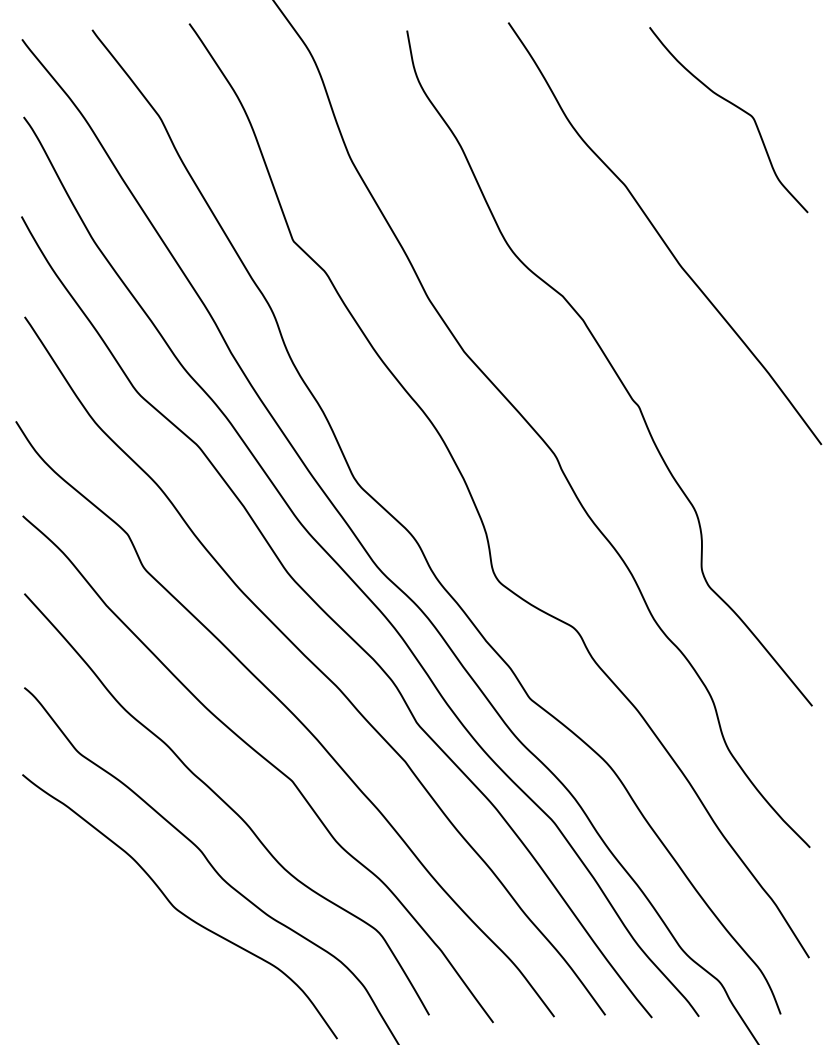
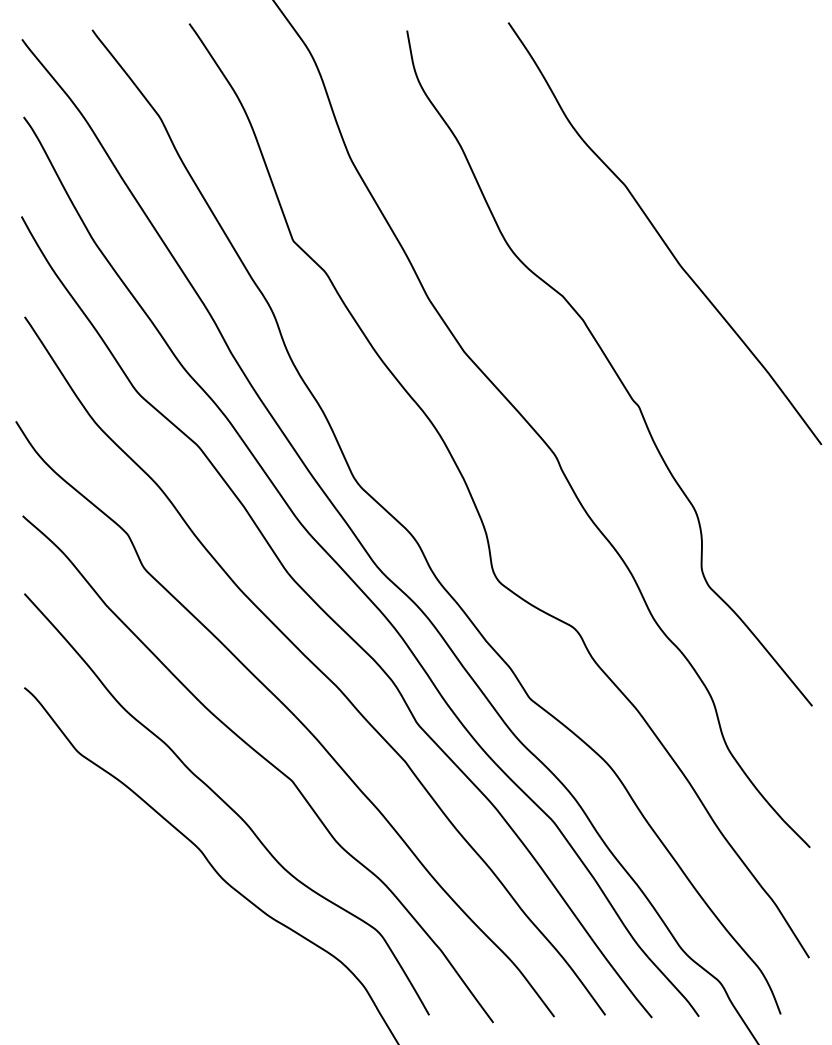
curve at (737, 108): present -> none
curve at (177, 908): present -> none
